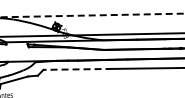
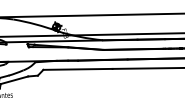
line at (92, 15): dashed -> solid
line at (77, 69): dashed -> solid
